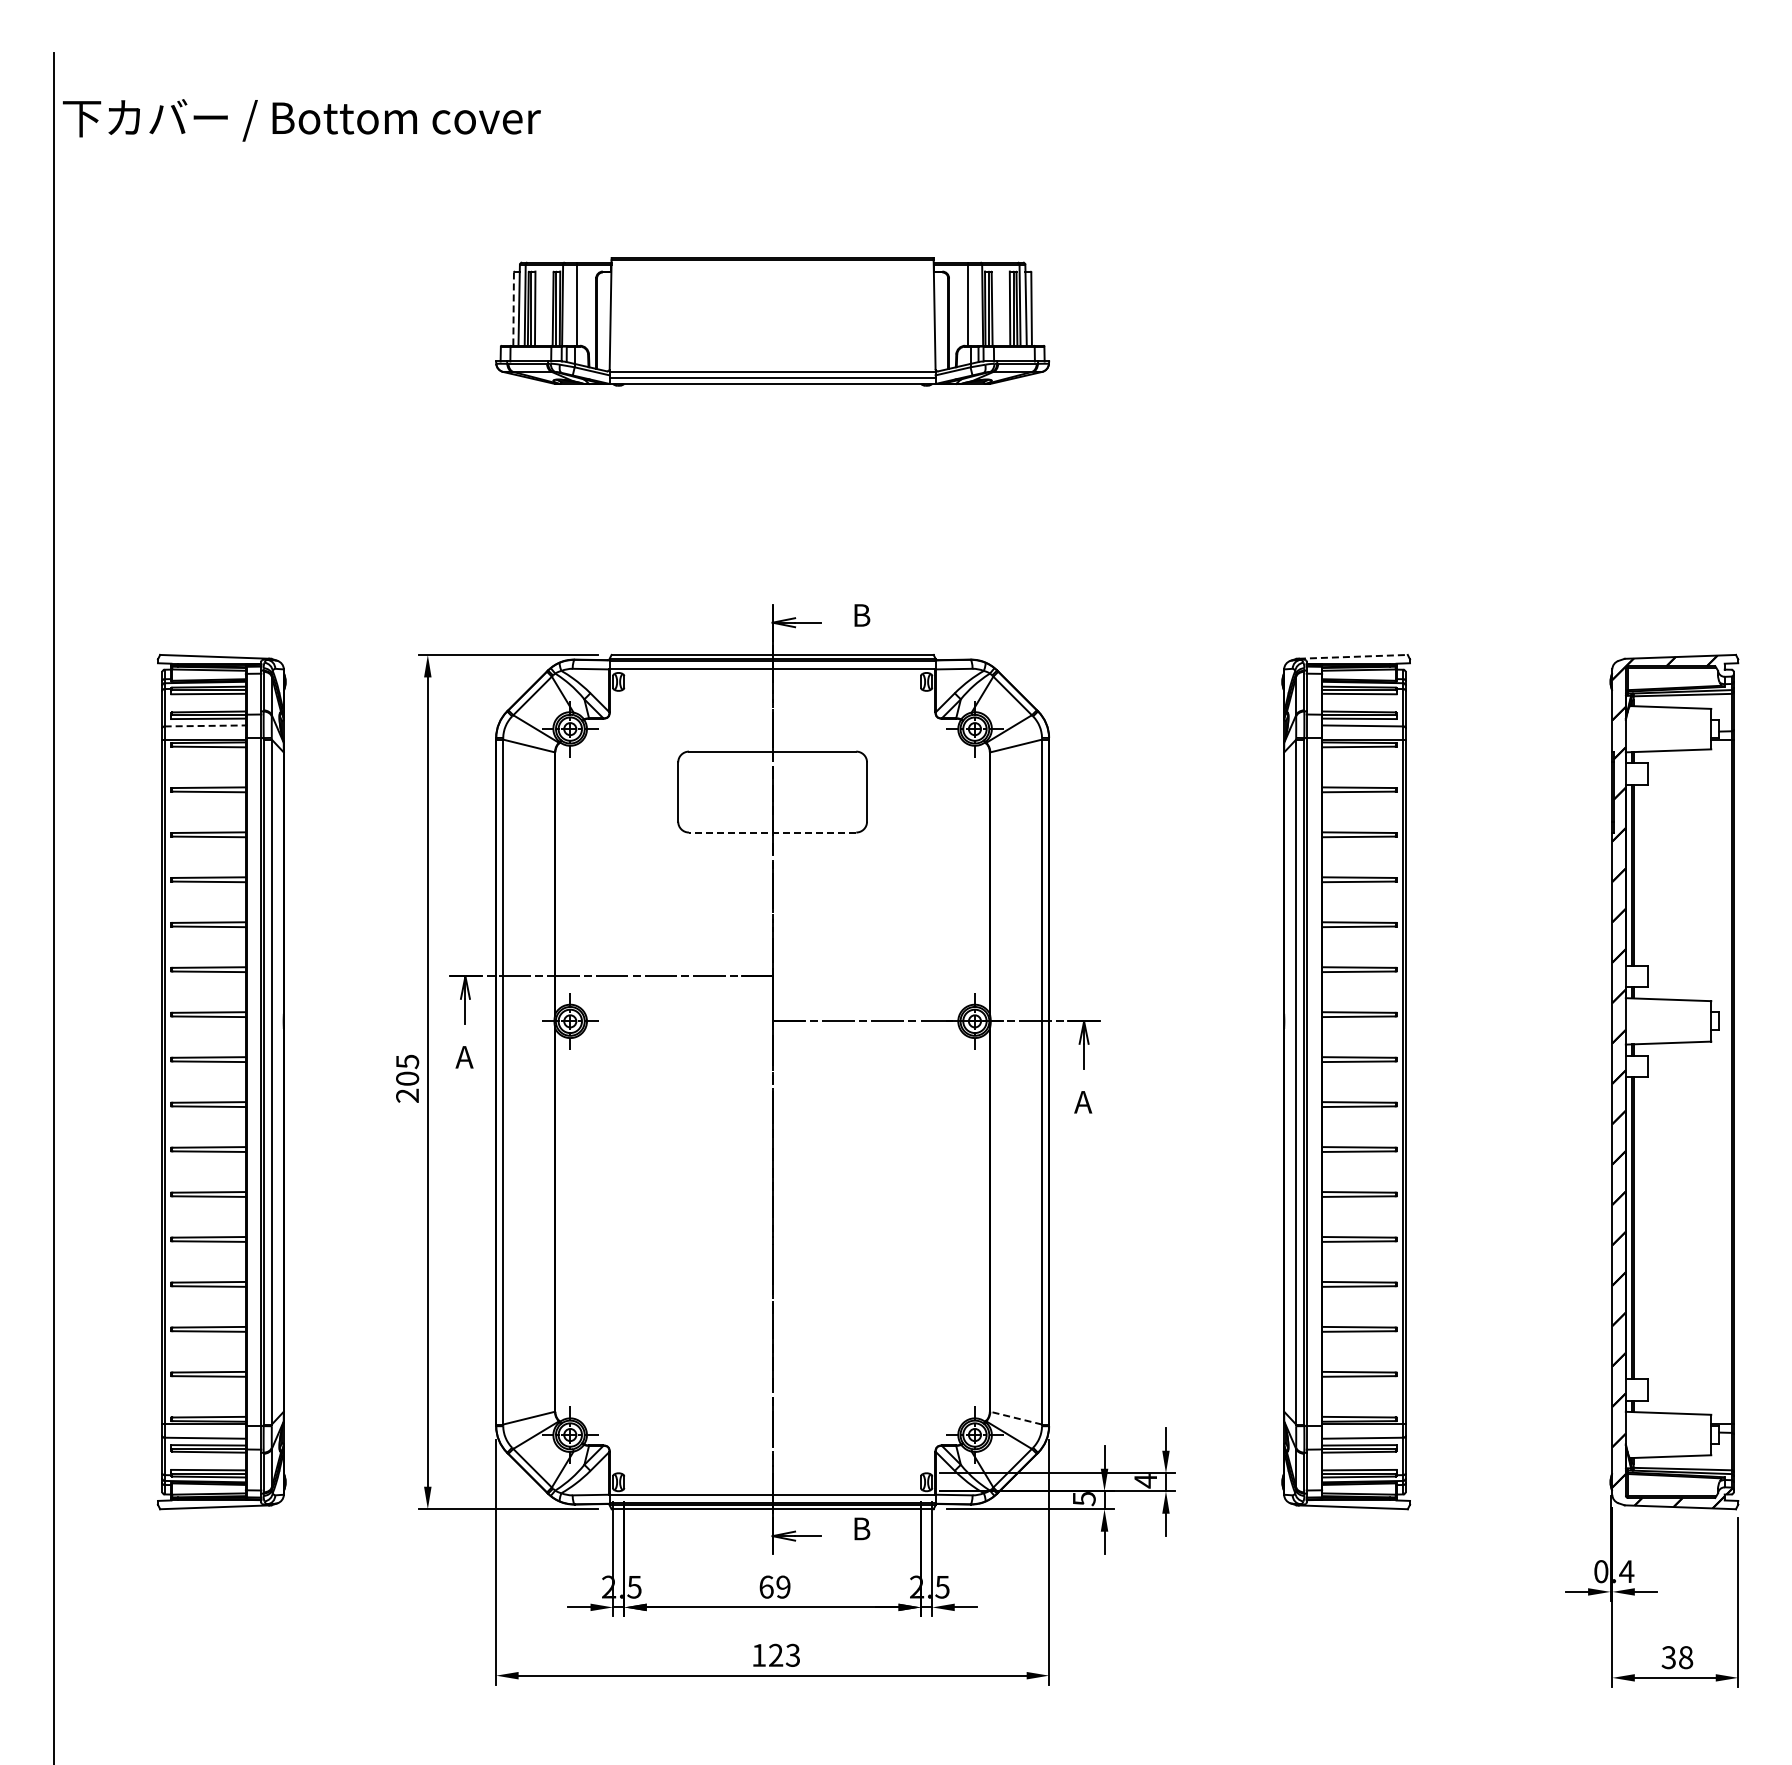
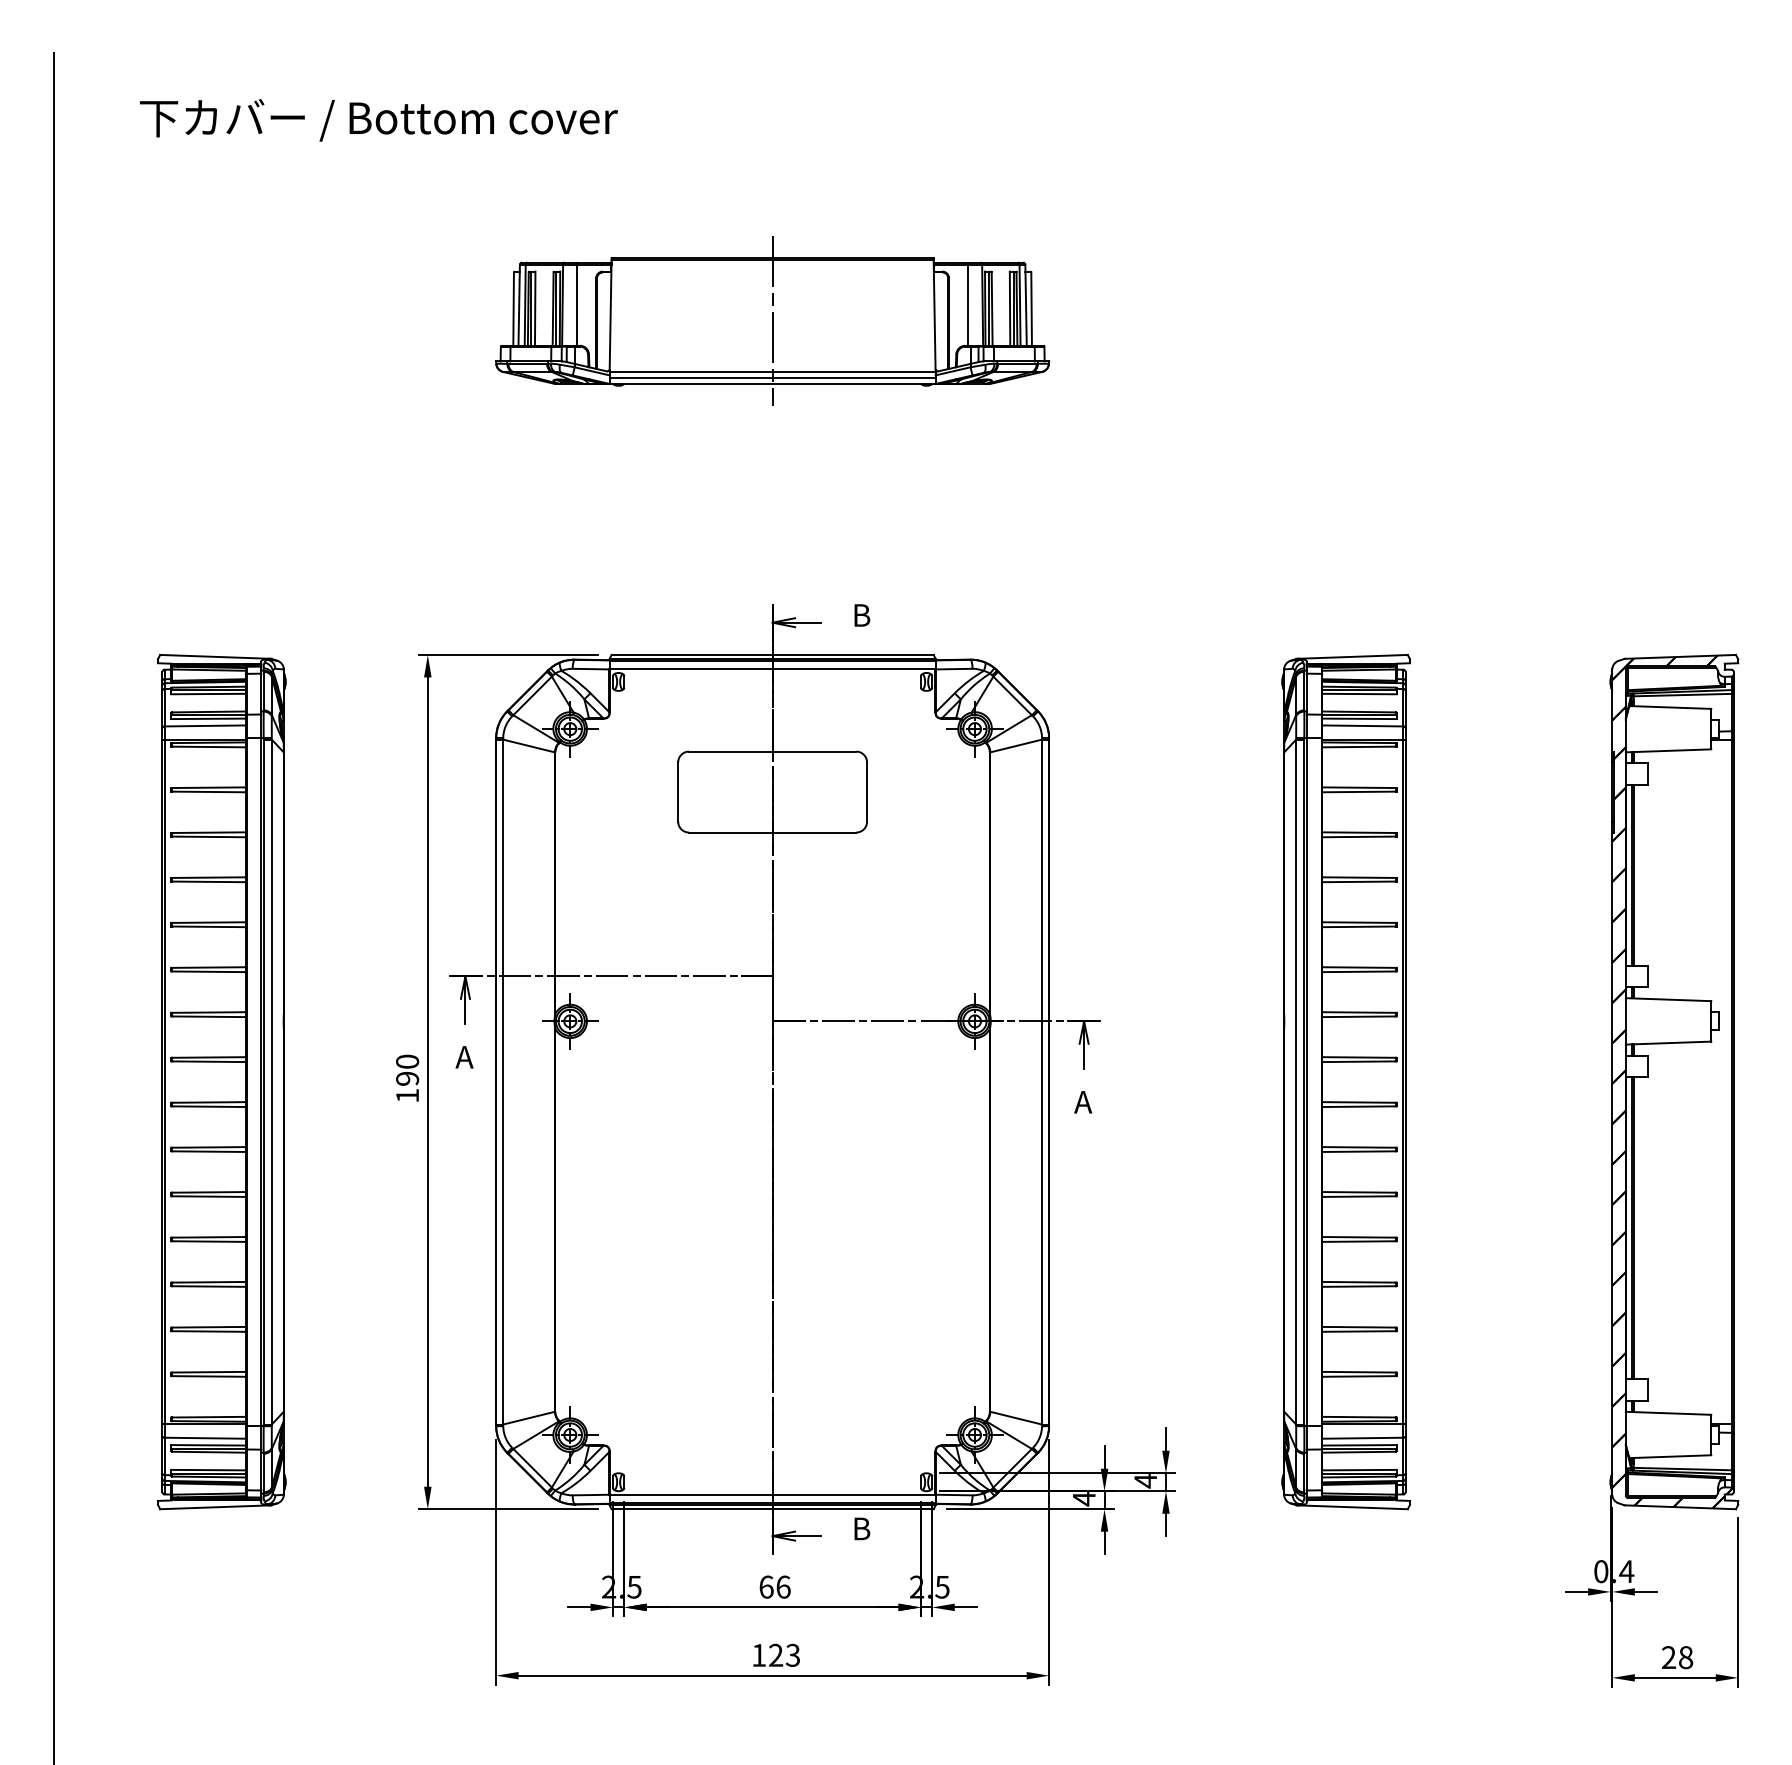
text at (301, 120) position: (301, 120) -> (378, 120)
line at (513, 309): dashed -> solid
line at (772, 320): none -> present
line at (1353, 656): dashed -> solid
line at (205, 725): dashed -> solid
line at (772, 832): dashed -> solid
text at (407, 1078): 205 -> 190
line at (1016, 1418): dashed -> solid
text at (1084, 1499): 5 -> 4
text at (783, 1586): 69 -> 66
text at (1668, 1657): 38 -> 28
